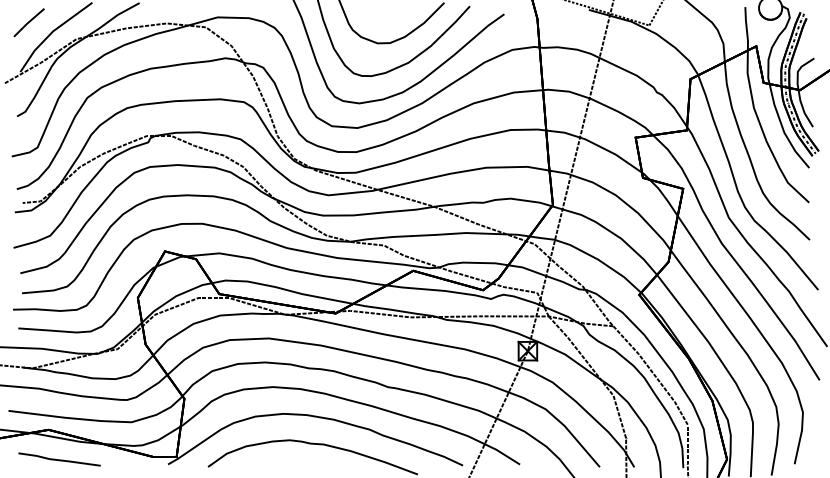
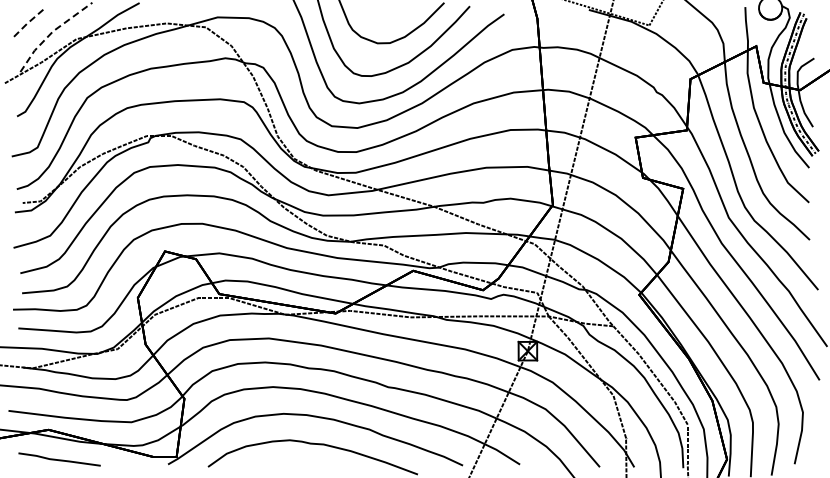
line at (28, 22): solid -> dashed
line at (51, 32): solid -> dashed
